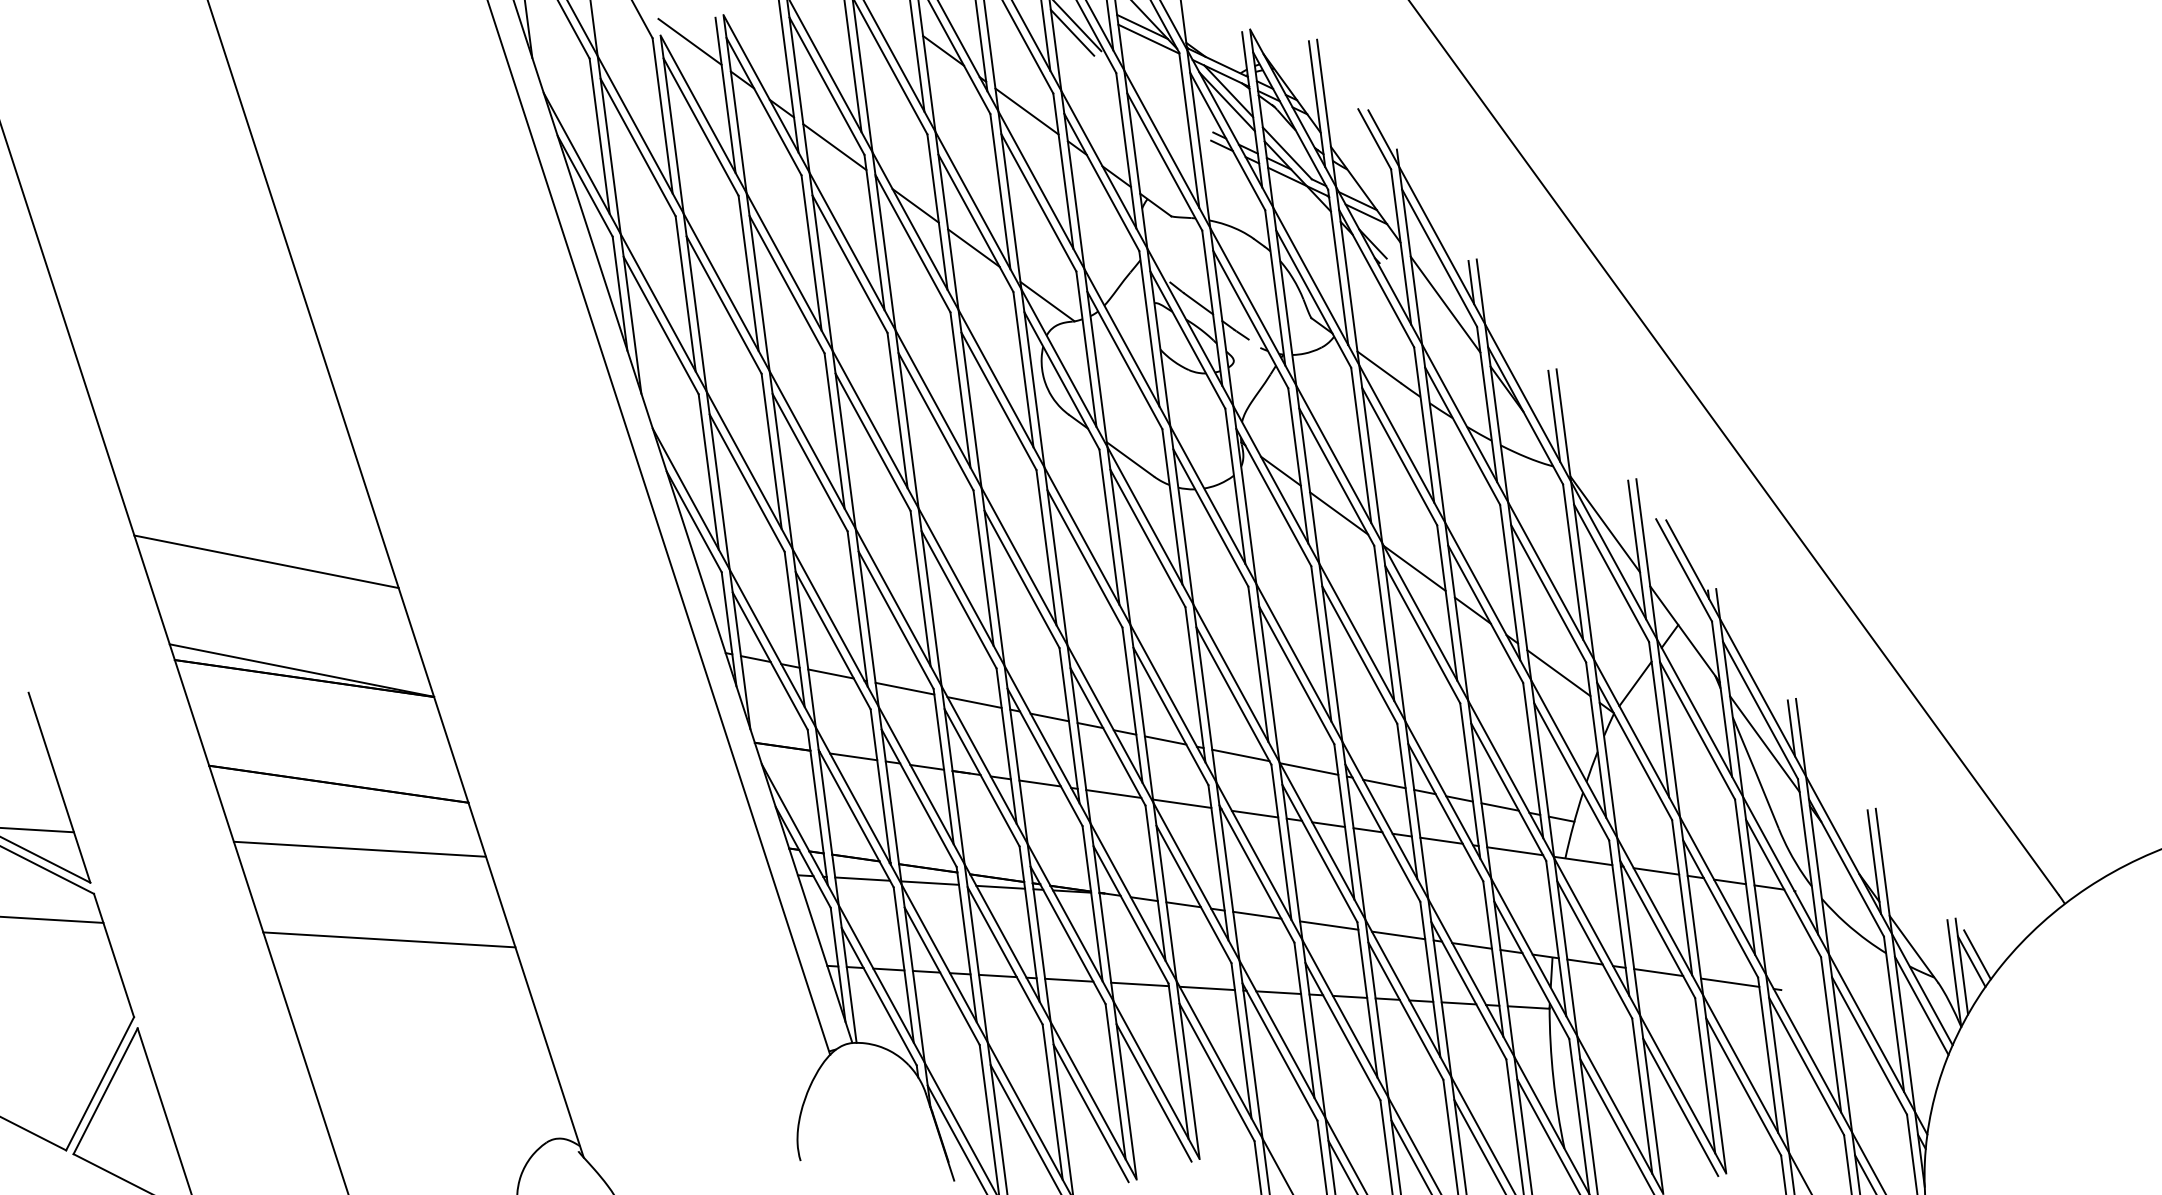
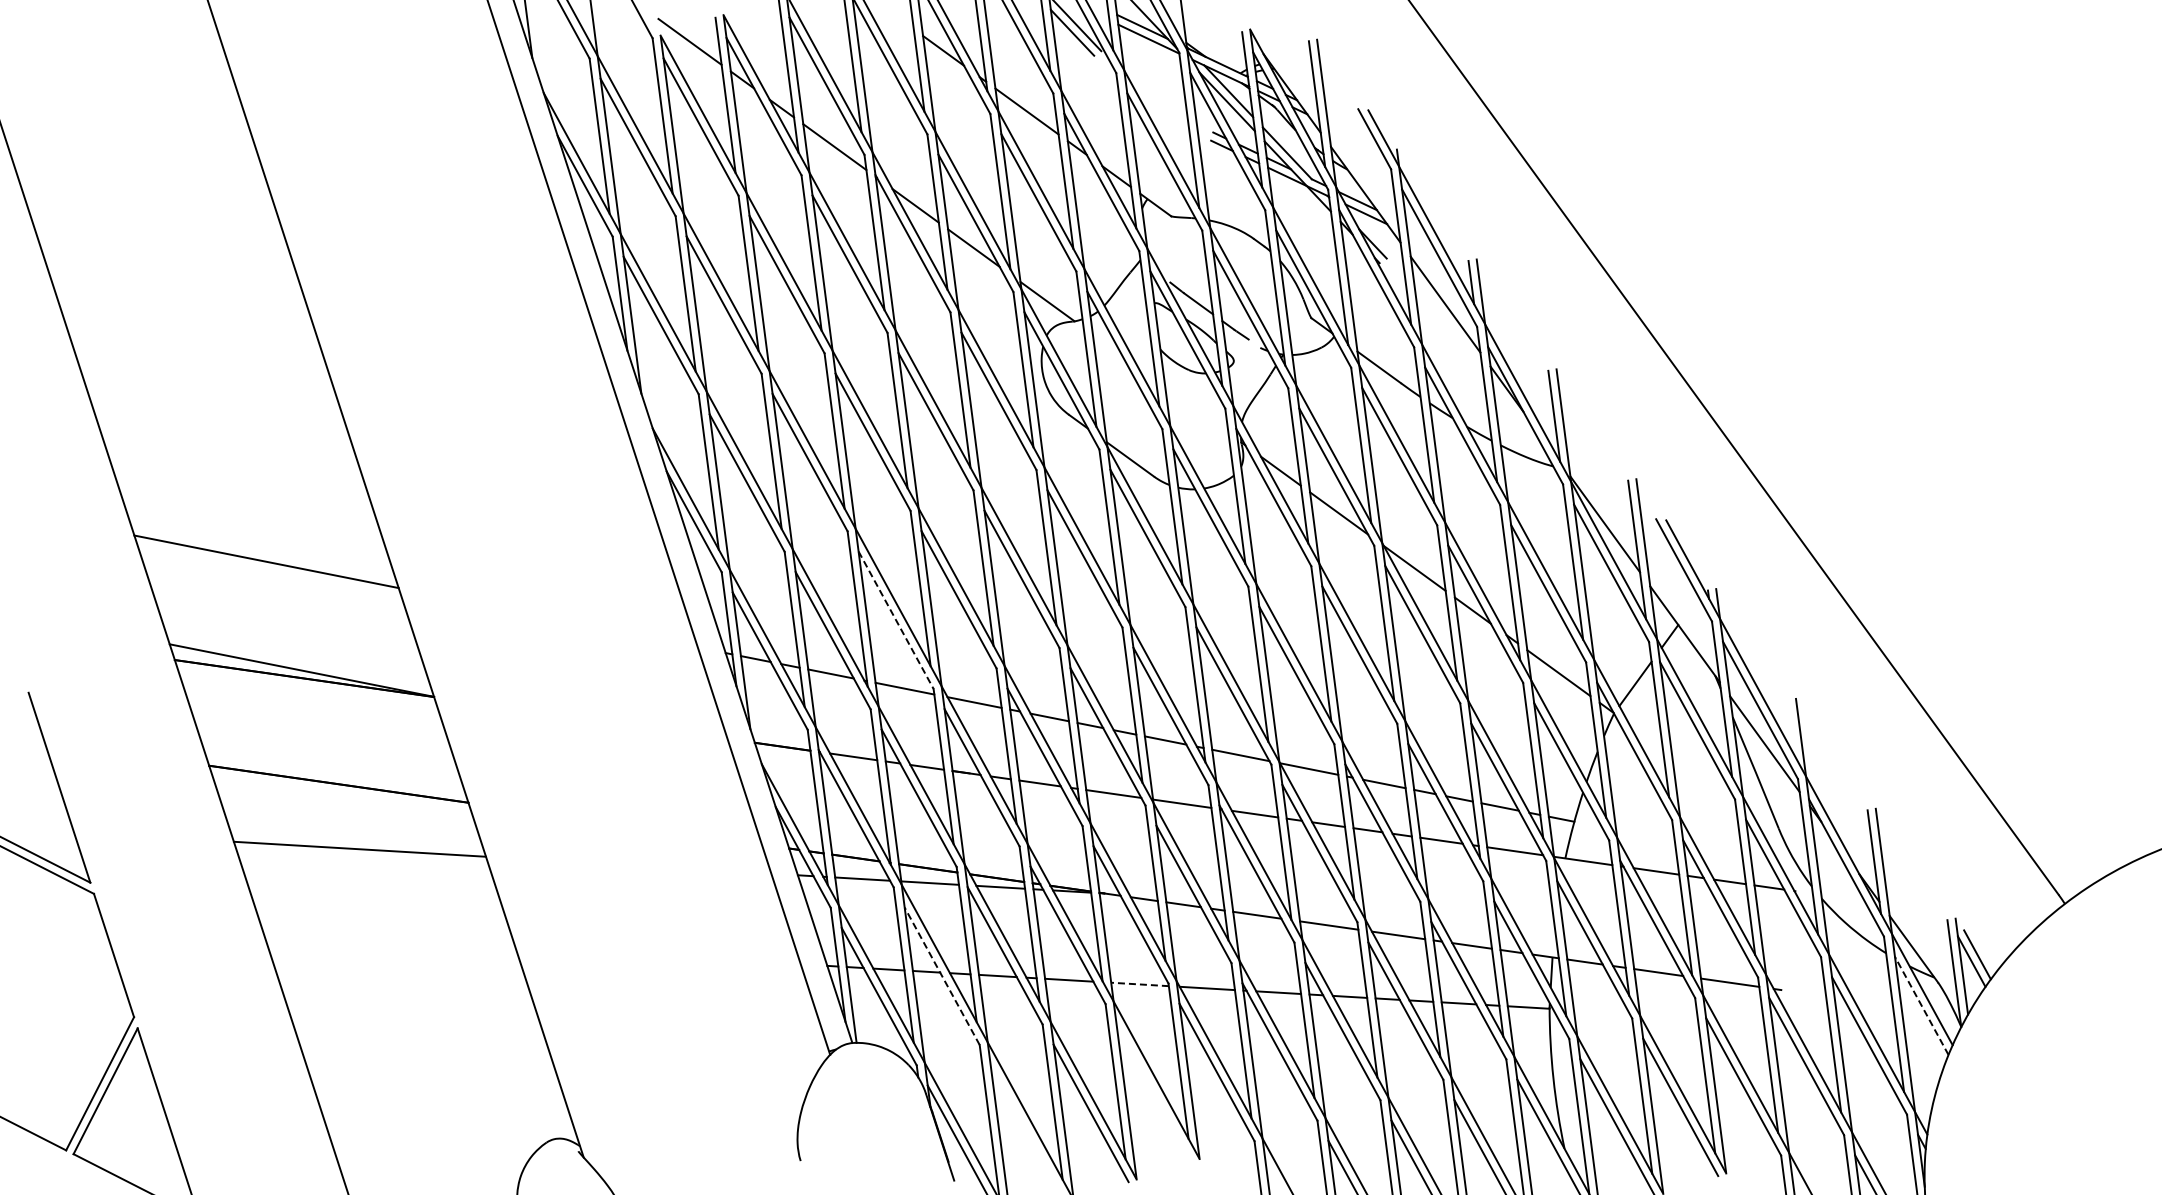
line at (896, 620): solid -> dashed
line at (1791, 728): present -> none
line at (37, 830): present -> none
line at (52, 919): present -> none
line at (389, 939): present -> none
line at (941, 975): solid -> dashed
line at (1140, 984): solid -> dashed
line at (1921, 1005): solid -> dashed
line at (1153, 1092): present -> none
line at (1024, 1128): present -> none
